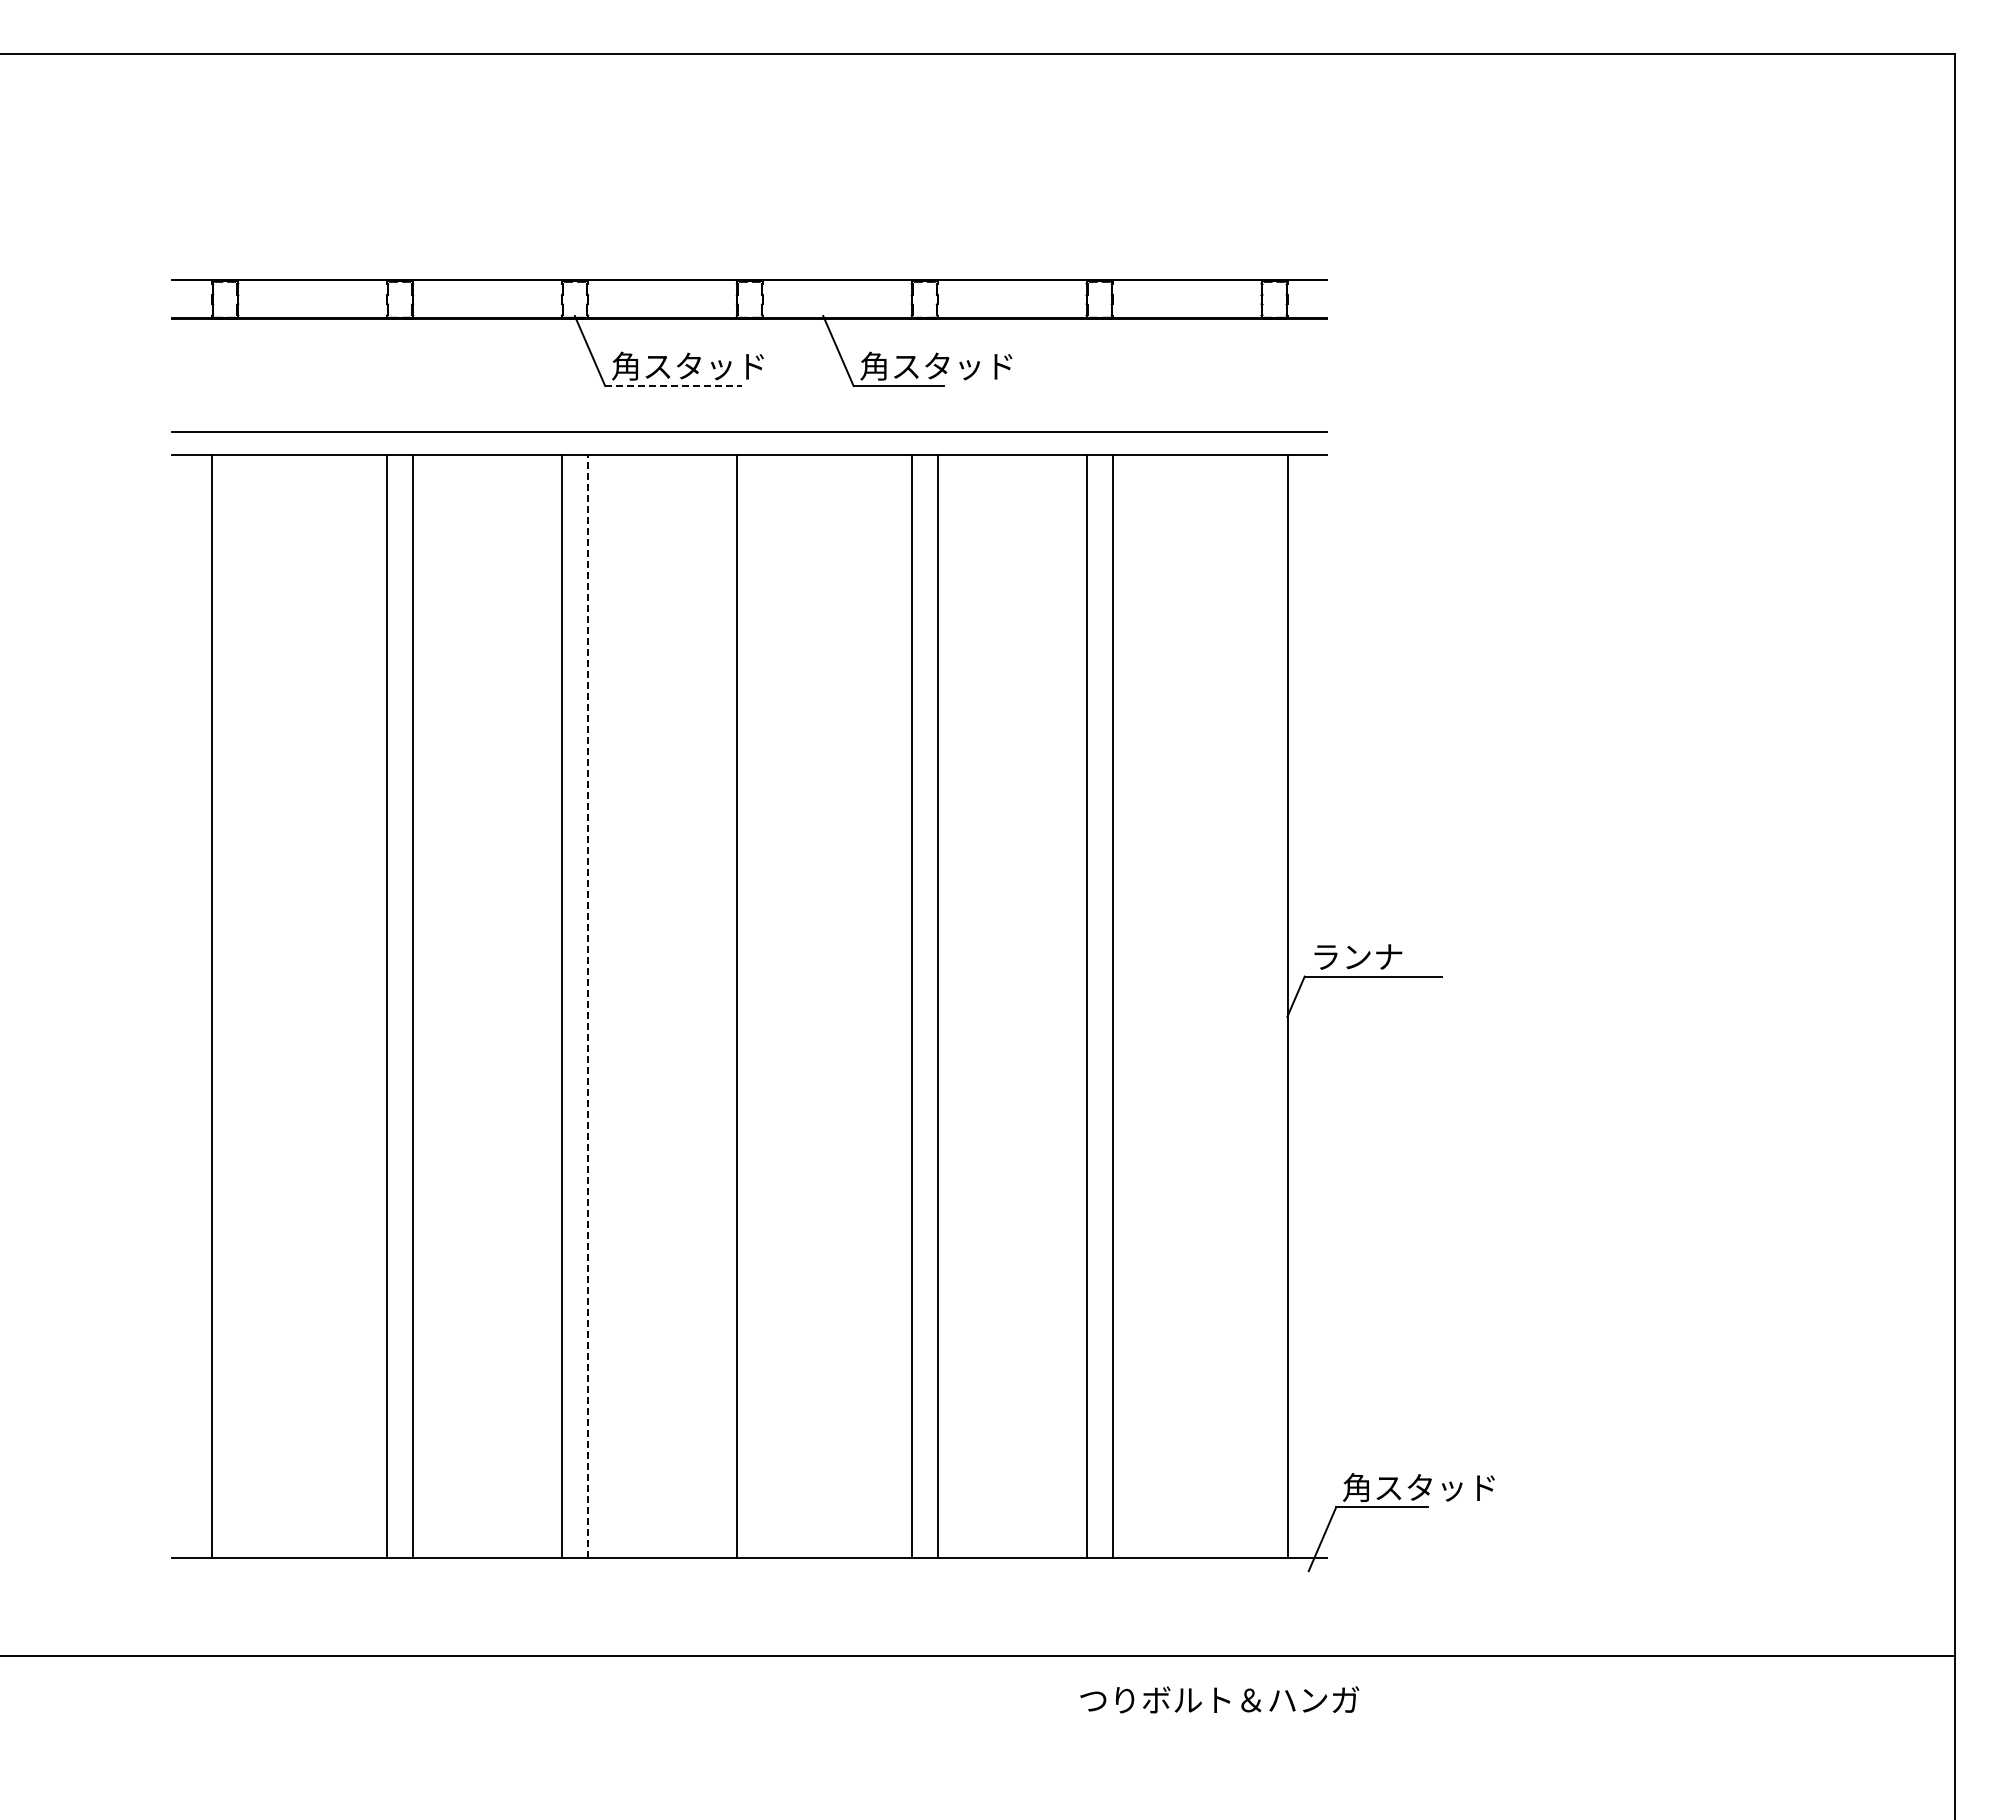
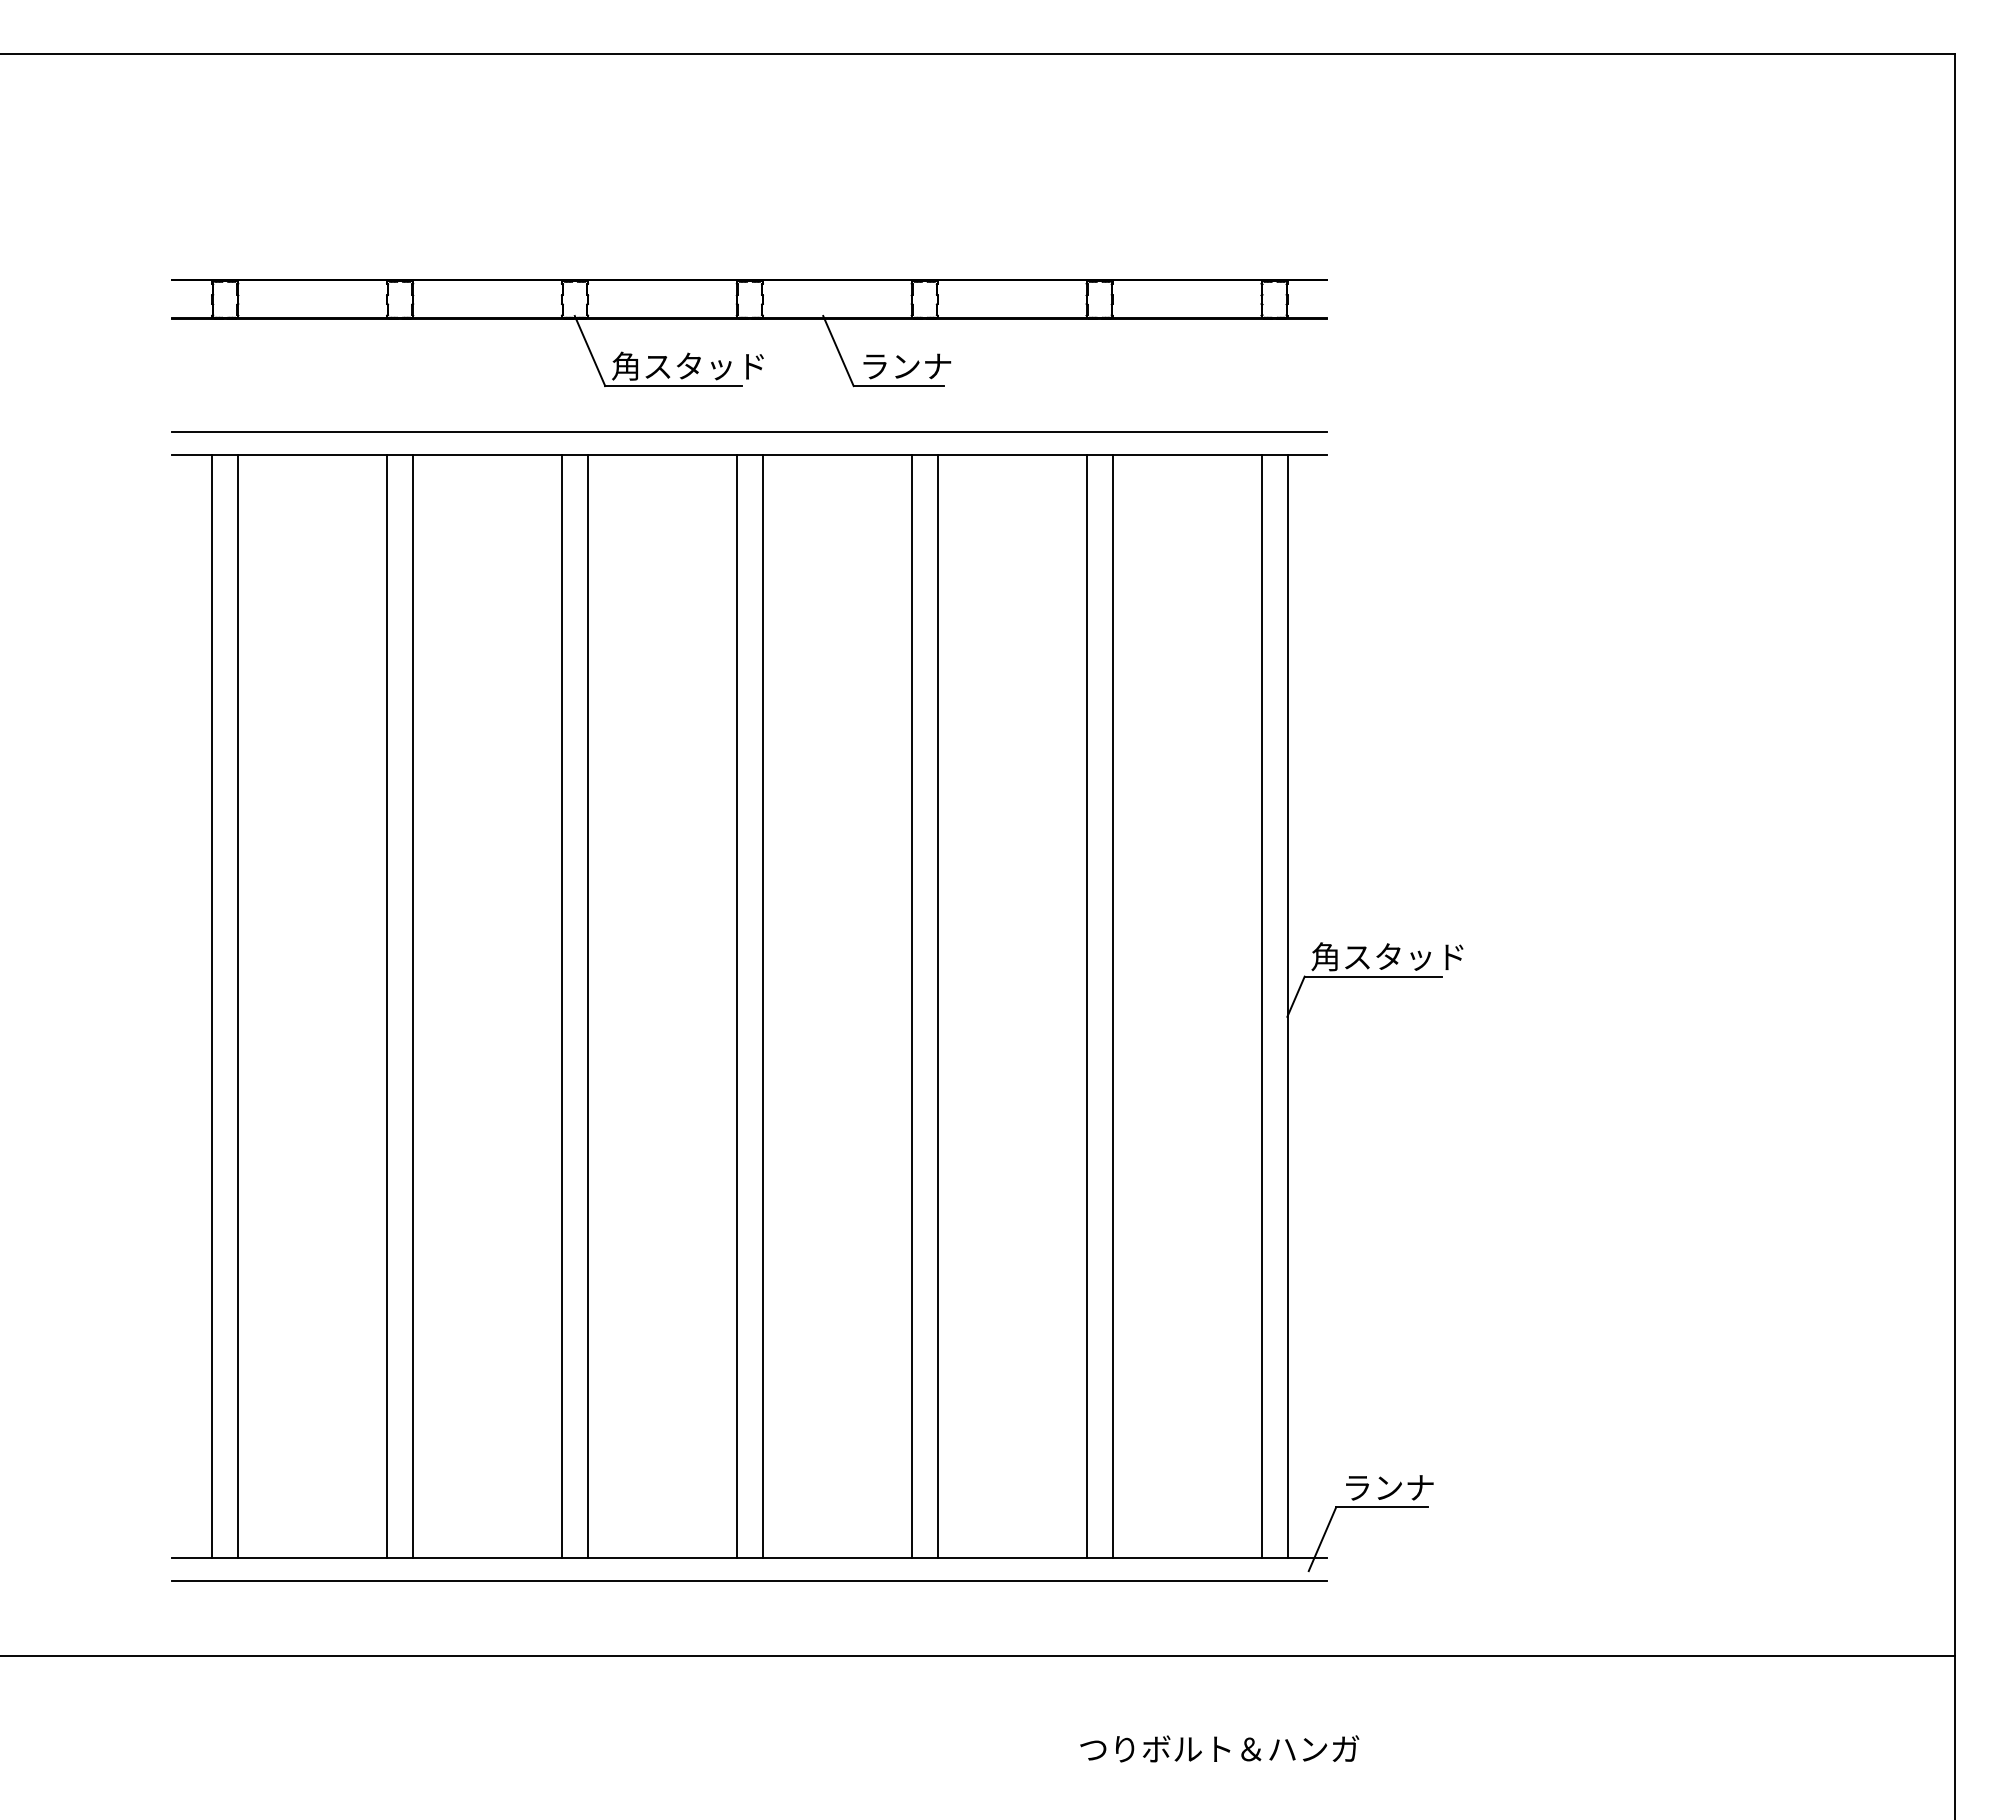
text at (936, 365): 角スタッド -> ランナ
line at (674, 386): dashed -> solid
text at (1387, 956): ランナ -> 角スタッド
line at (238, 1006): none -> present
line at (587, 1006): dashed -> solid
line at (762, 1006): none -> present
line at (1261, 1006): none -> present
text at (1418, 1487): 角スタッド -> ランナ
line at (749, 1581): none -> present
text at (1219, 1699) position: (1219, 1699) -> (1219, 1748)
